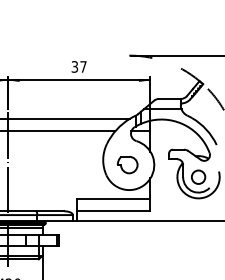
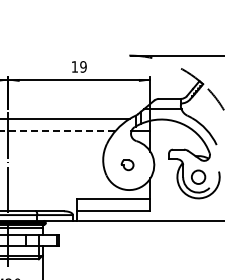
text at (78, 66): 37 -> 19
line at (57, 131): solid -> dashed
part at (127, 165) size: 23x19 px -> 15x13 px
